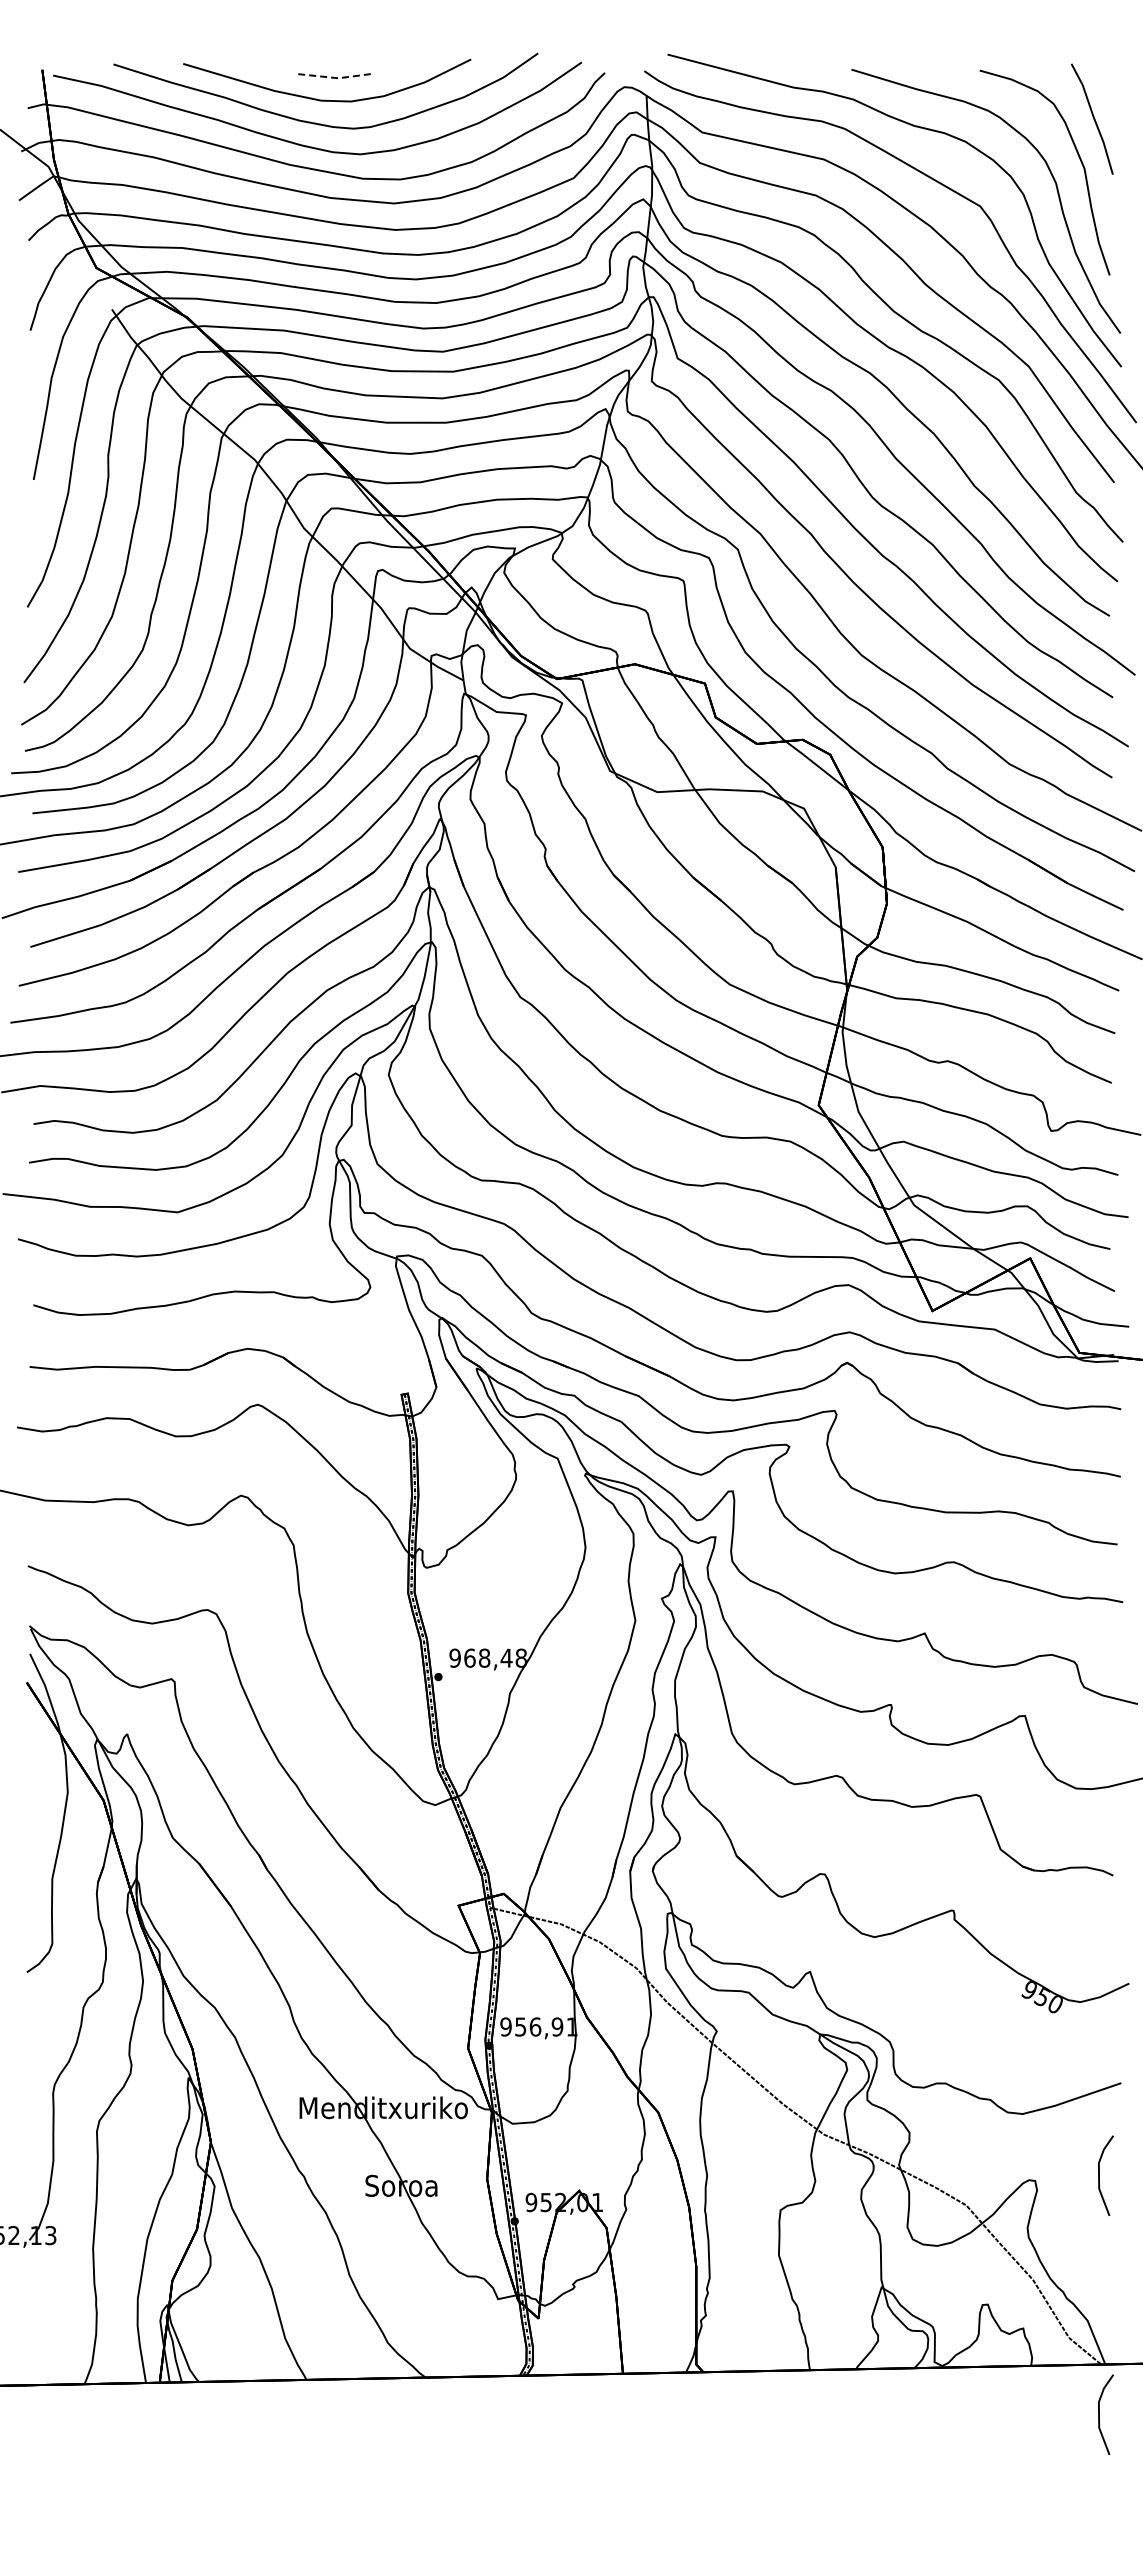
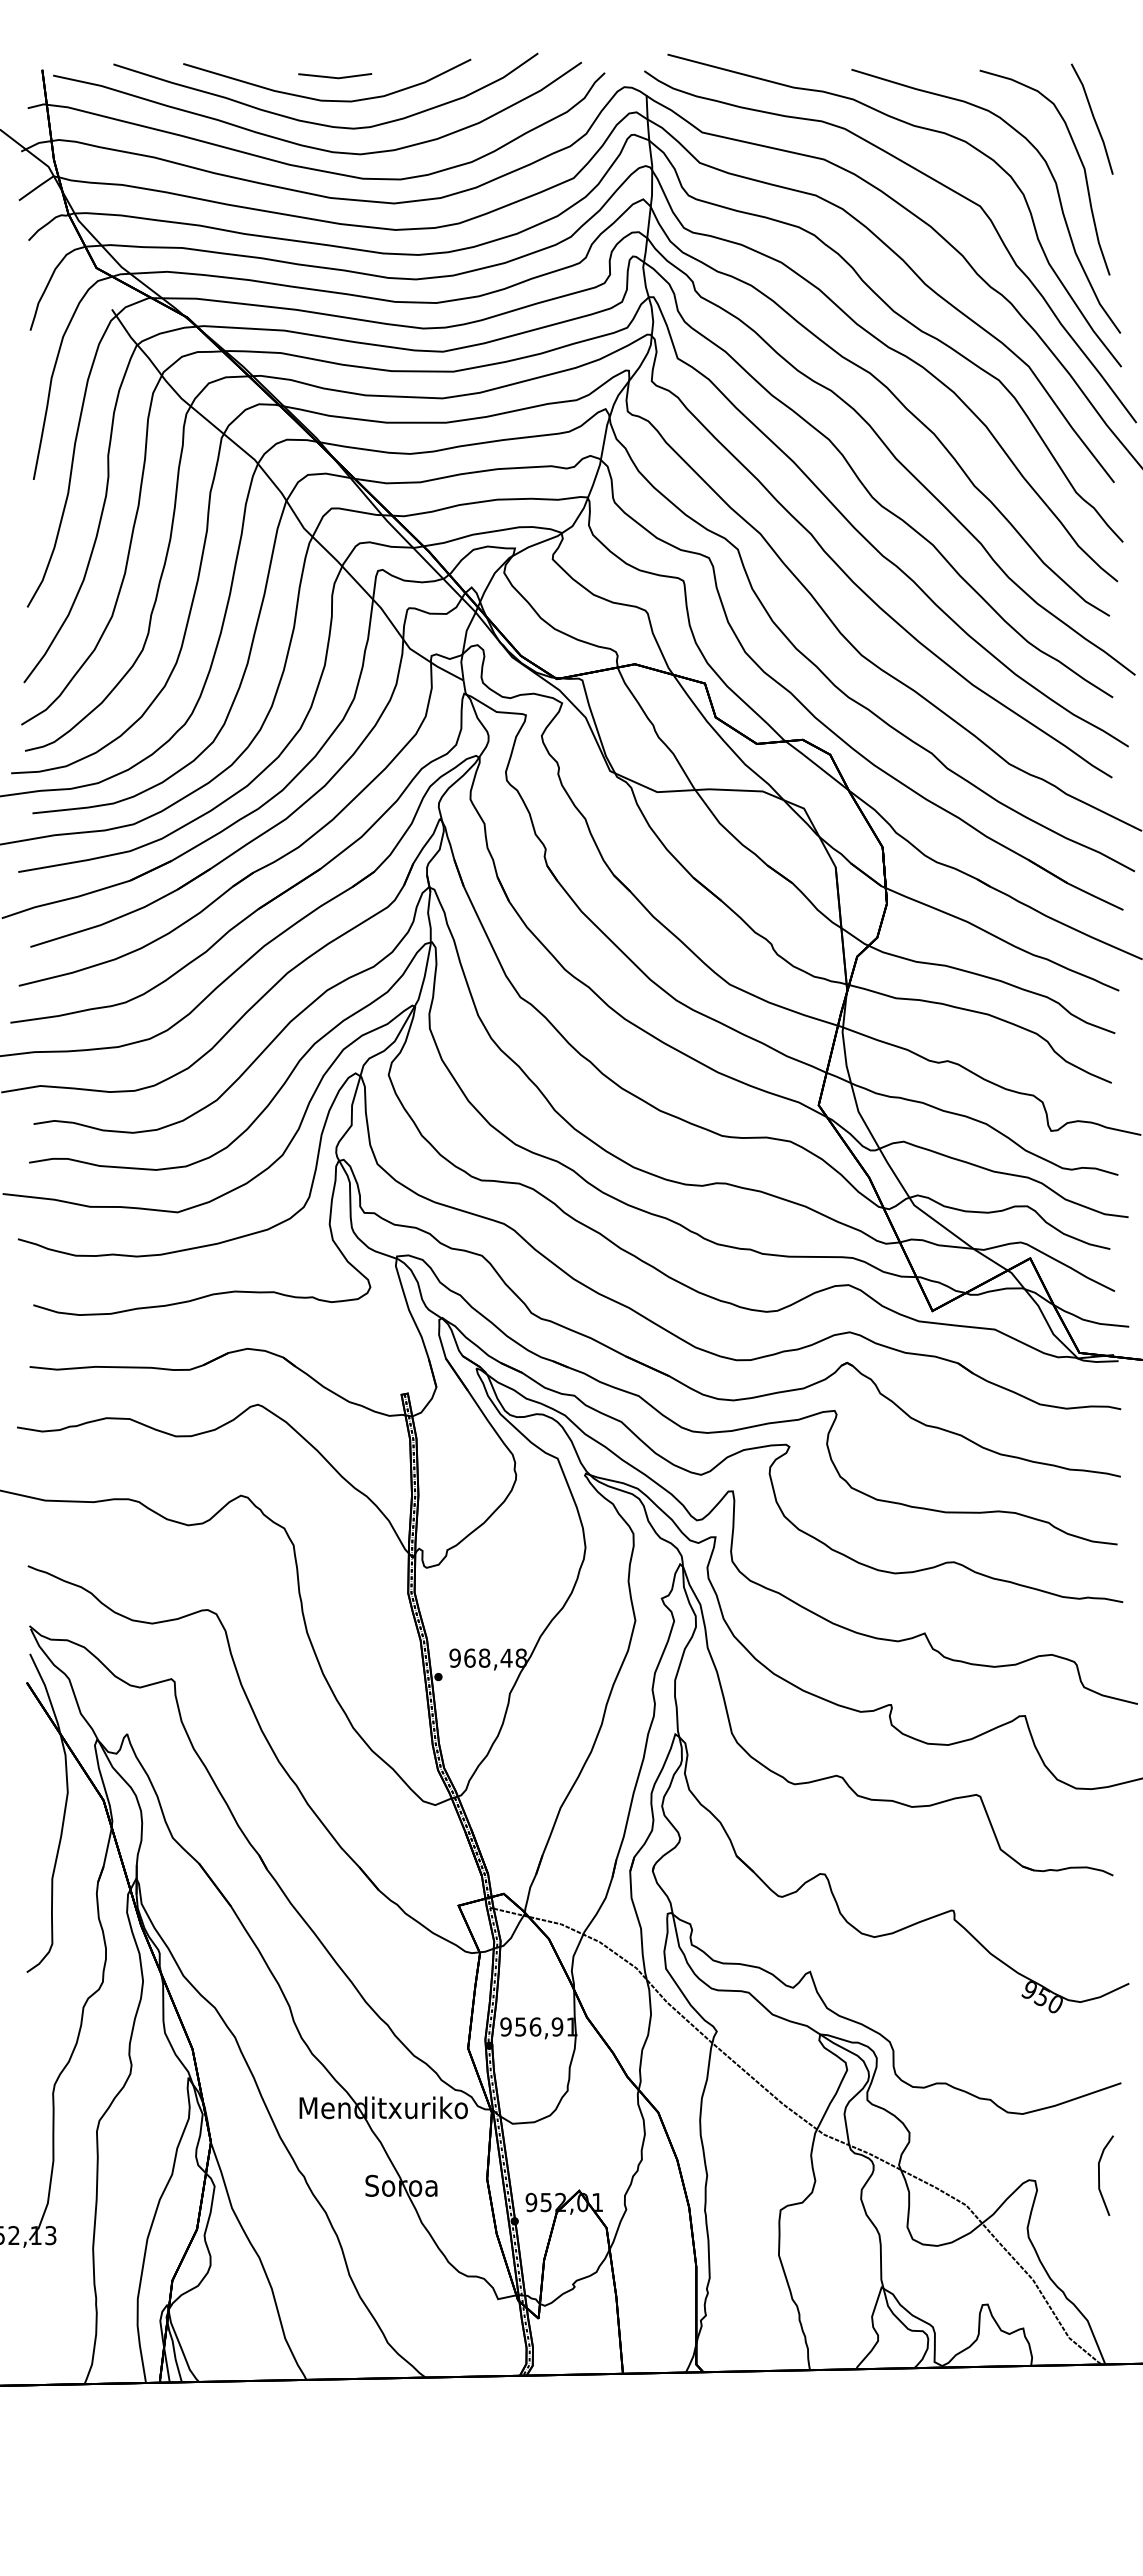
line at (335, 77): dashed -> solid
line at (1099, 2414): present -> none
